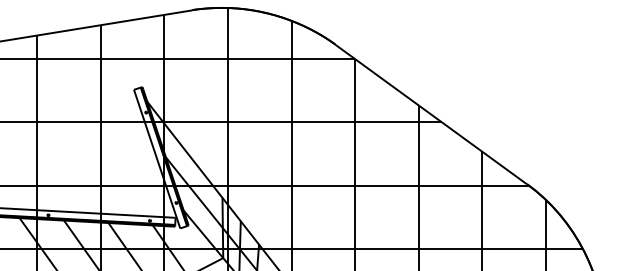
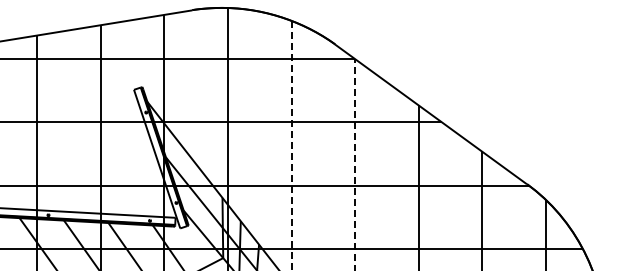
line at (291, 145): solid -> dashed
line at (355, 164): solid -> dashed
